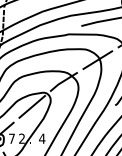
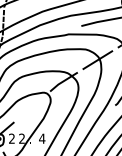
line at (32, 106): present -> none
text at (11, 138): 7 -> 2
